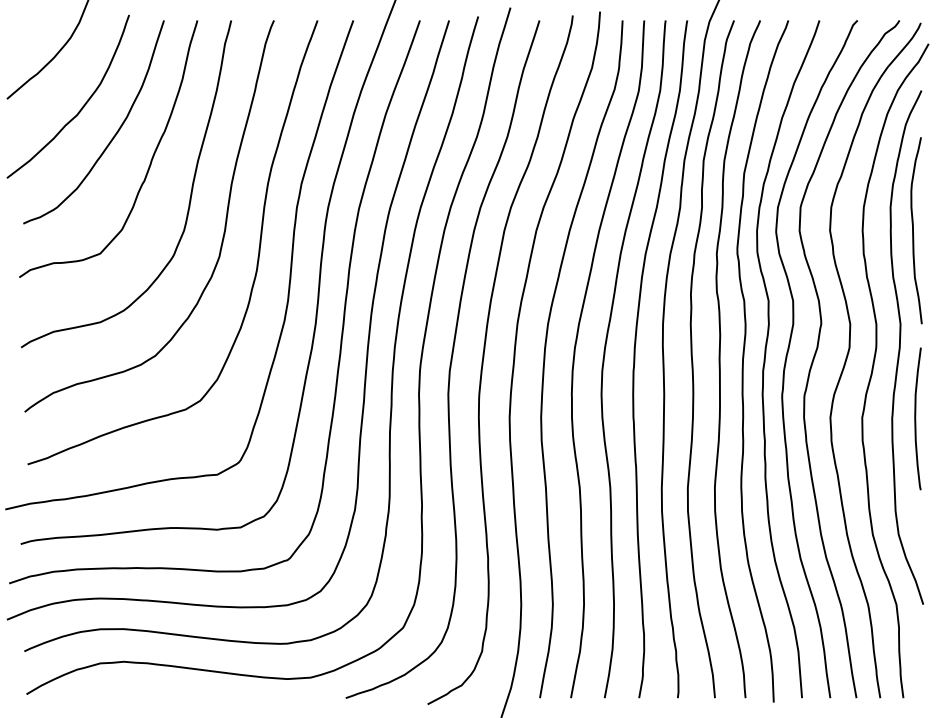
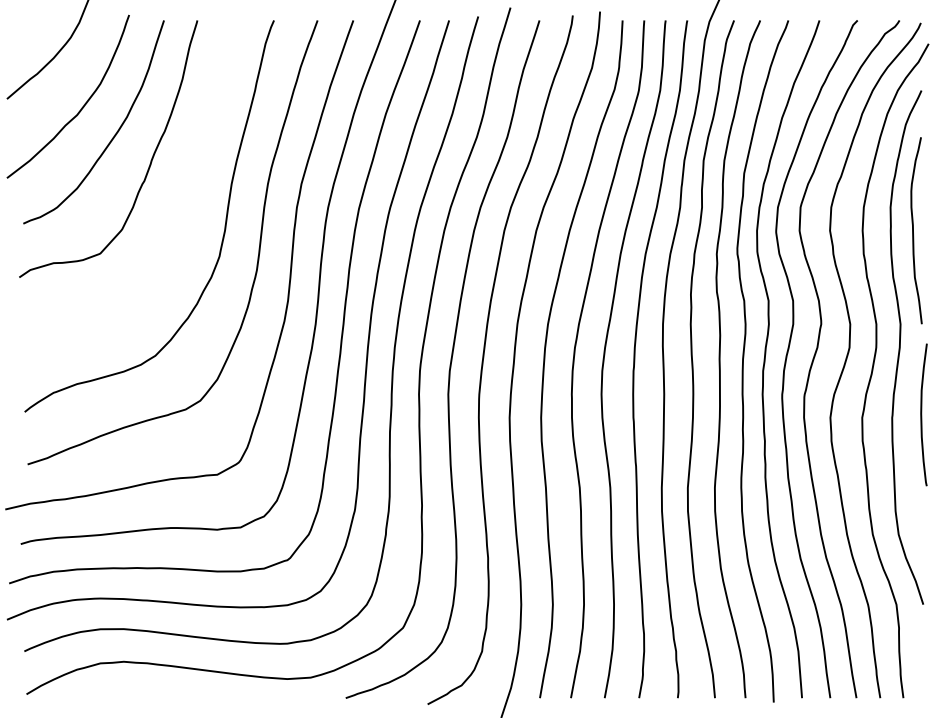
curve at (190, 192): present -> none
curve at (916, 418) position: (916, 418) -> (922, 414)
